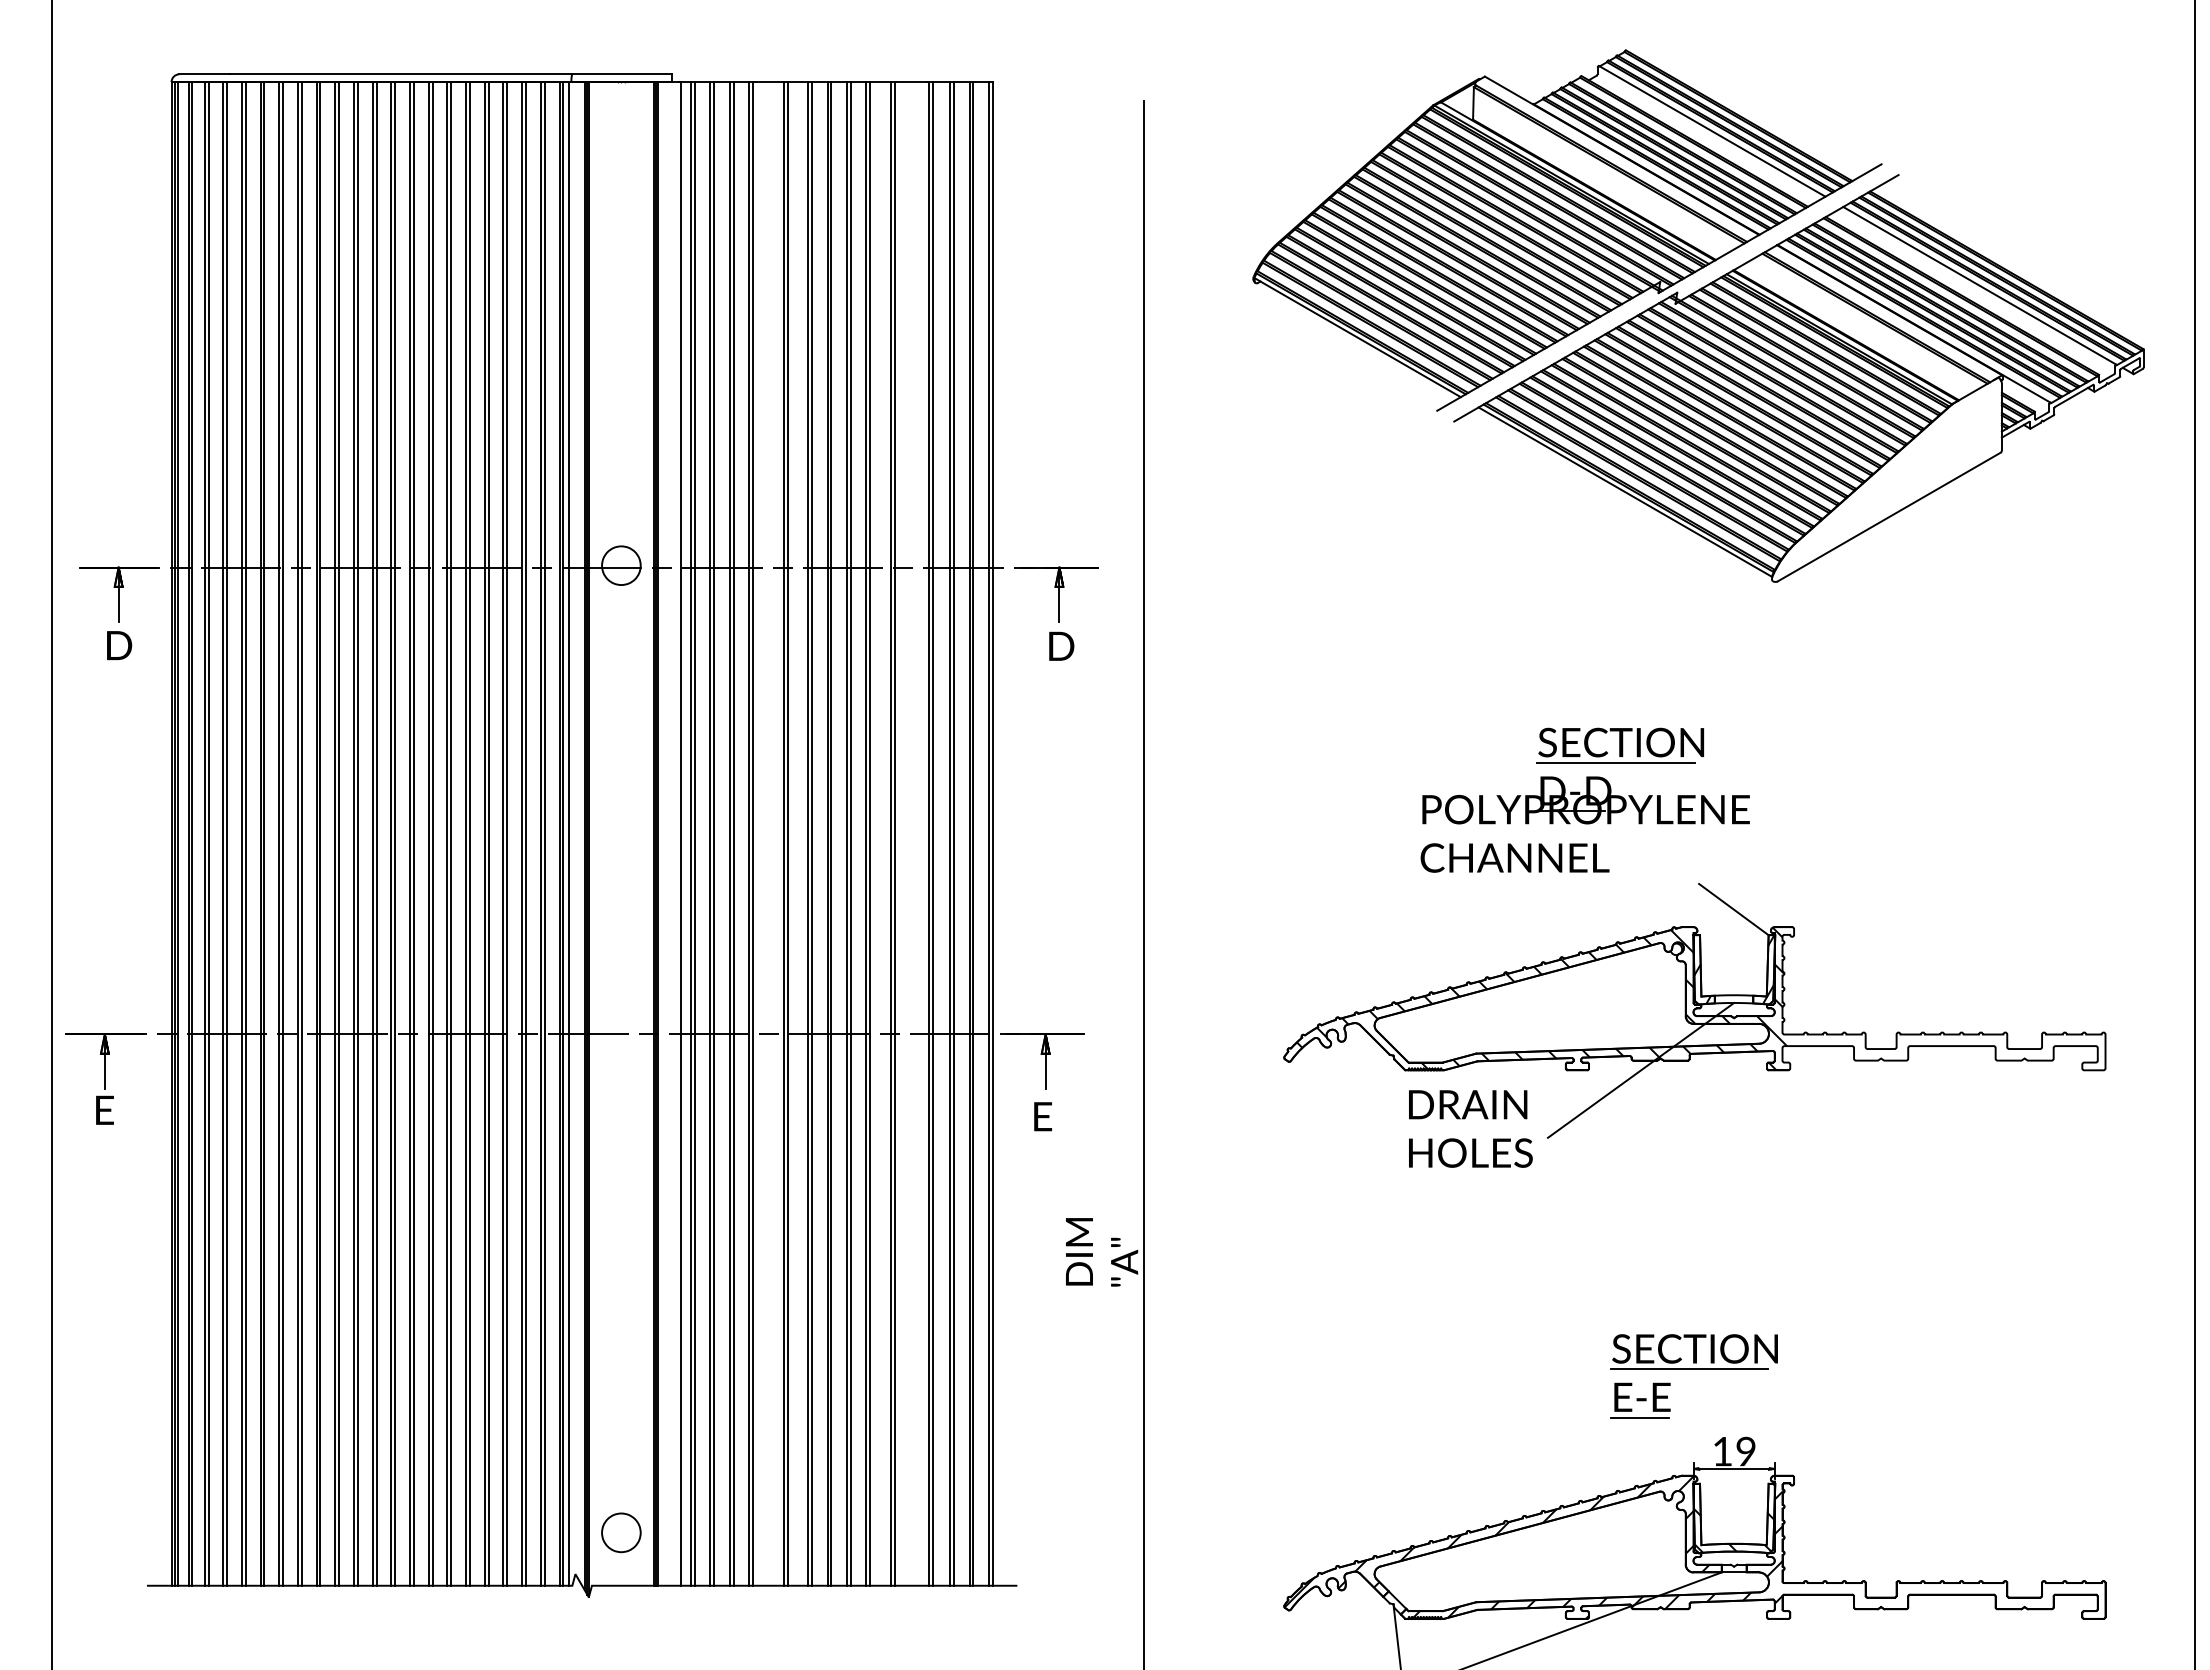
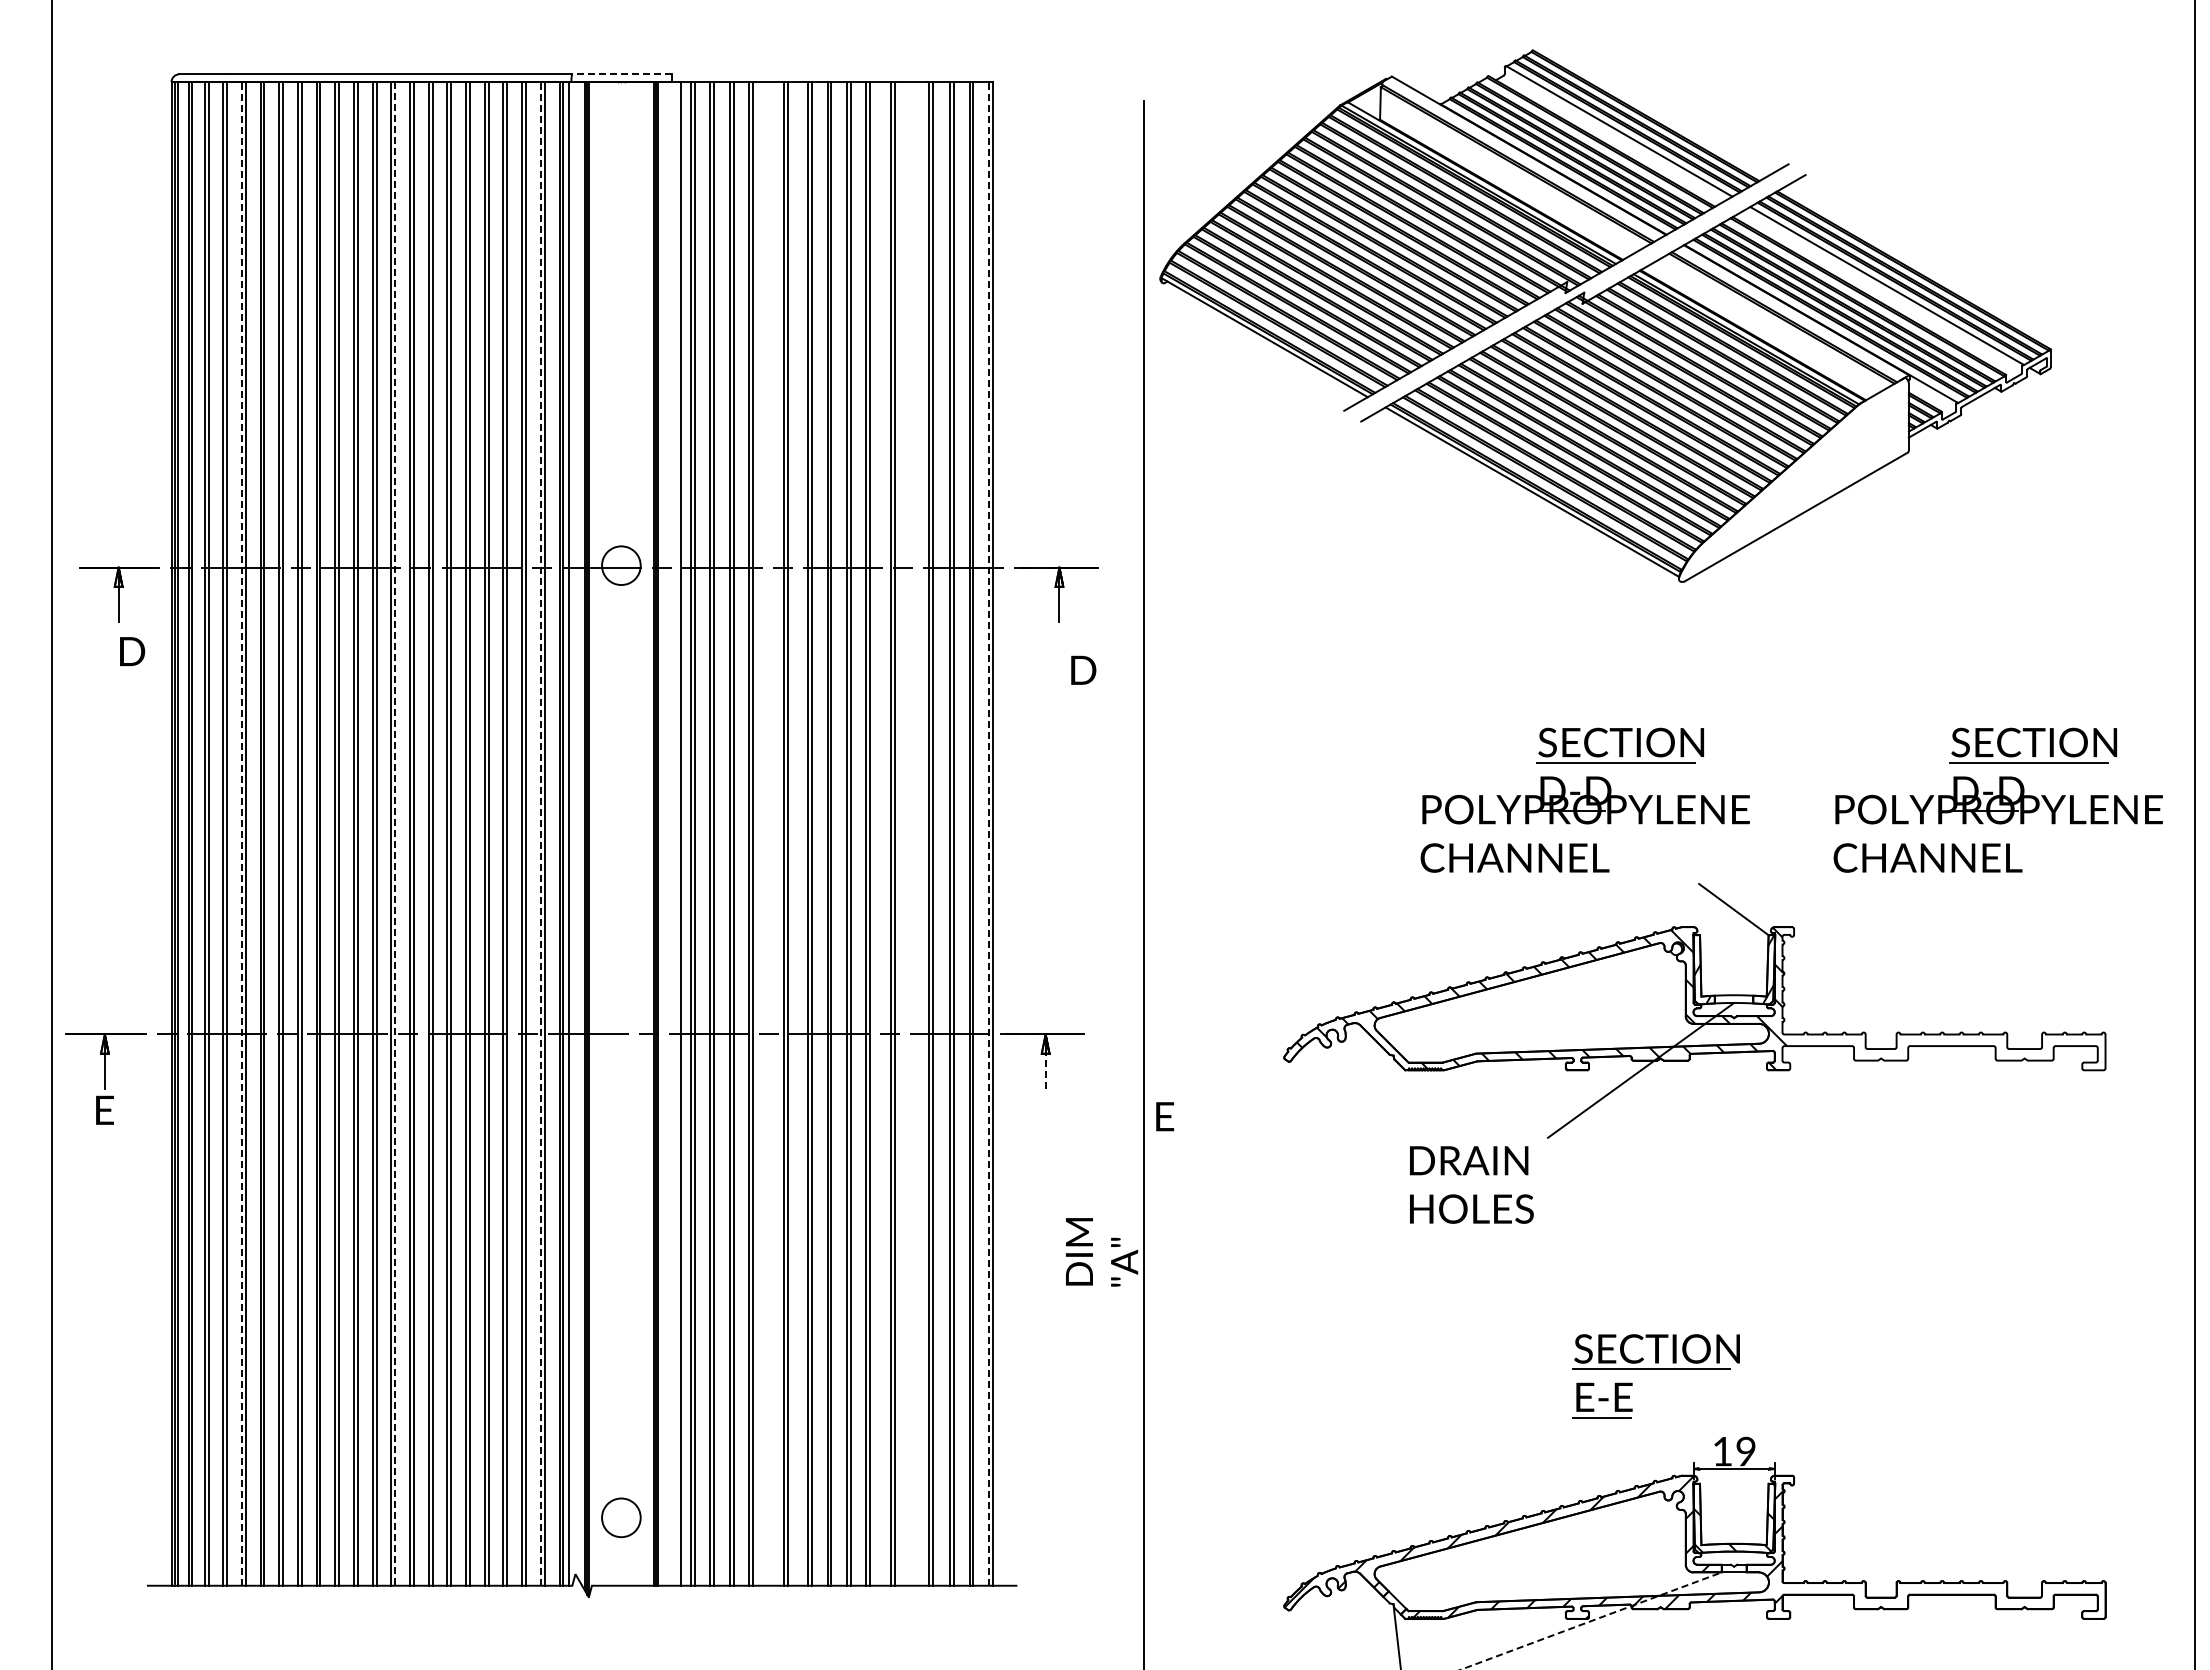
line at (622, 74): solid -> dashed
part at (1698, 315) position: (1698, 315) -> (1605, 315)
text at (119, 645) position: (119, 645) -> (132, 651)
text at (1061, 645) position: (1061, 645) -> (1083, 669)
part at (1997, 799): none -> present
line at (241, 833): solid -> dashed
line at (395, 833): solid -> dashed
line at (540, 833): solid -> dashed
line at (988, 833): solid -> dashed
line at (1045, 1071): solid -> dashed
text at (1042, 1116) position: (1042, 1116) -> (1164, 1116)
text at (1470, 1128) position: (1470, 1128) -> (1471, 1184)
part at (1693, 1369) position: (1693, 1369) -> (1655, 1369)
part at (621, 1532) position: (621, 1532) -> (621, 1517)
line at (1591, 1620): solid -> dashed
